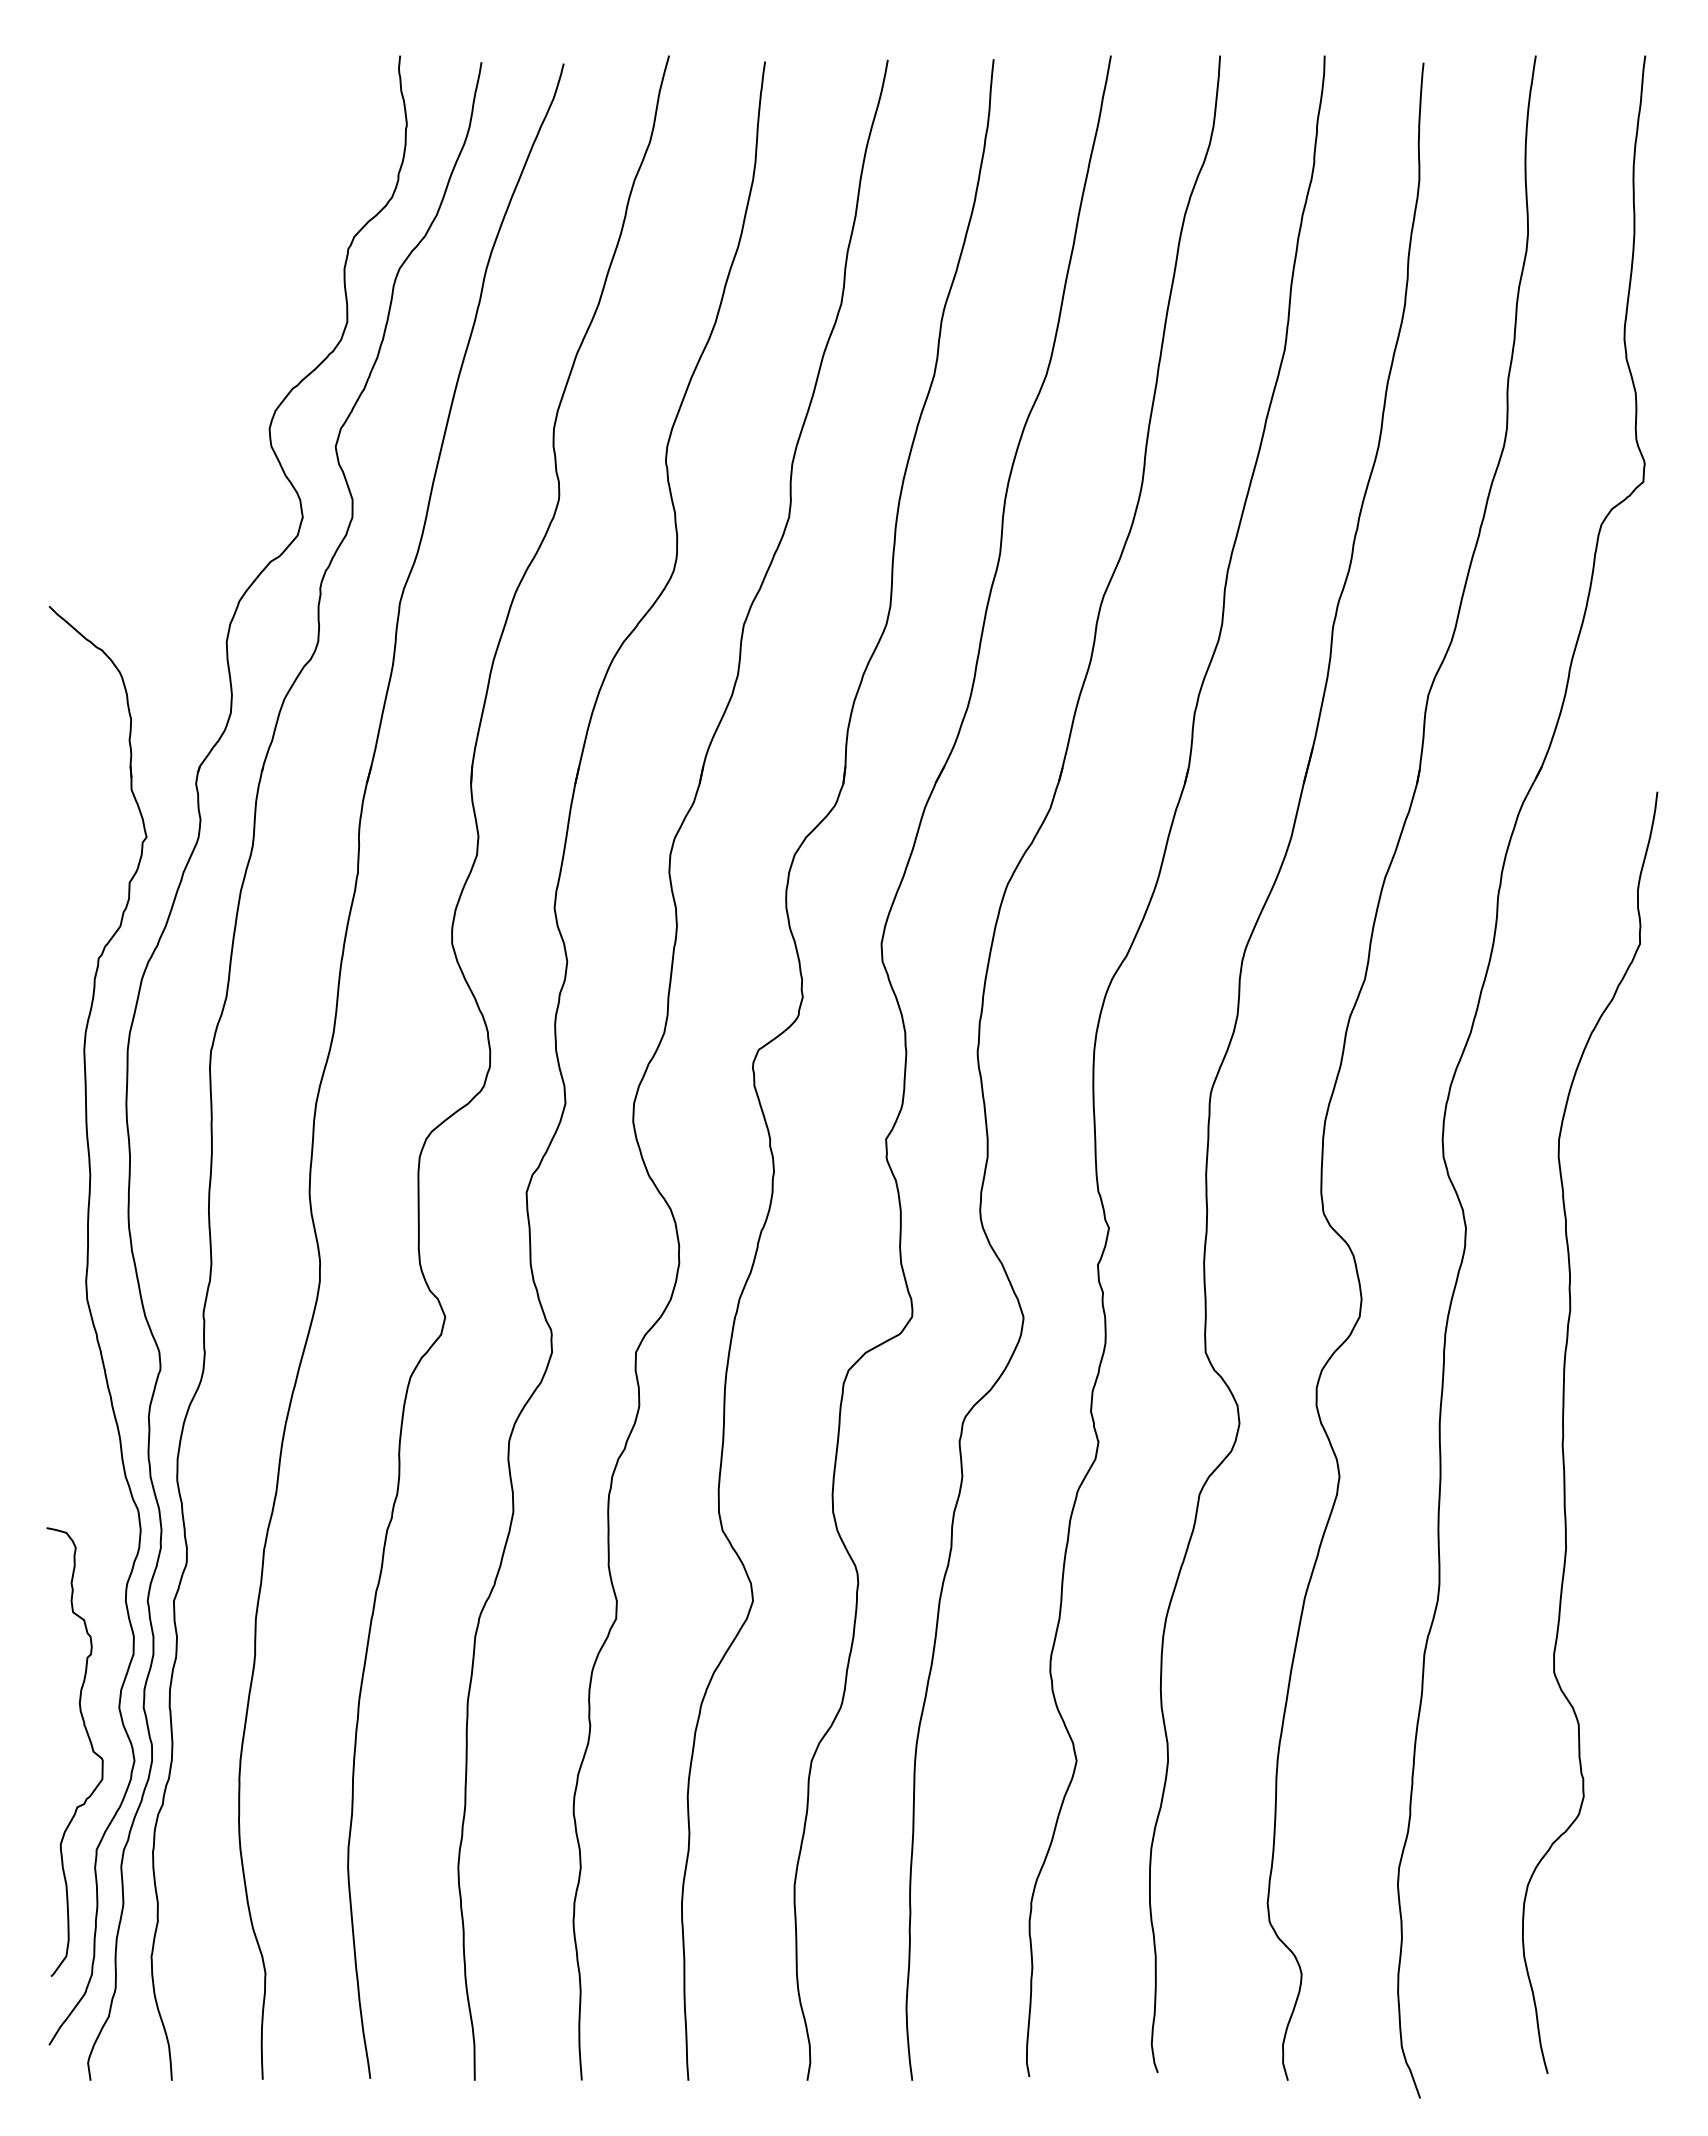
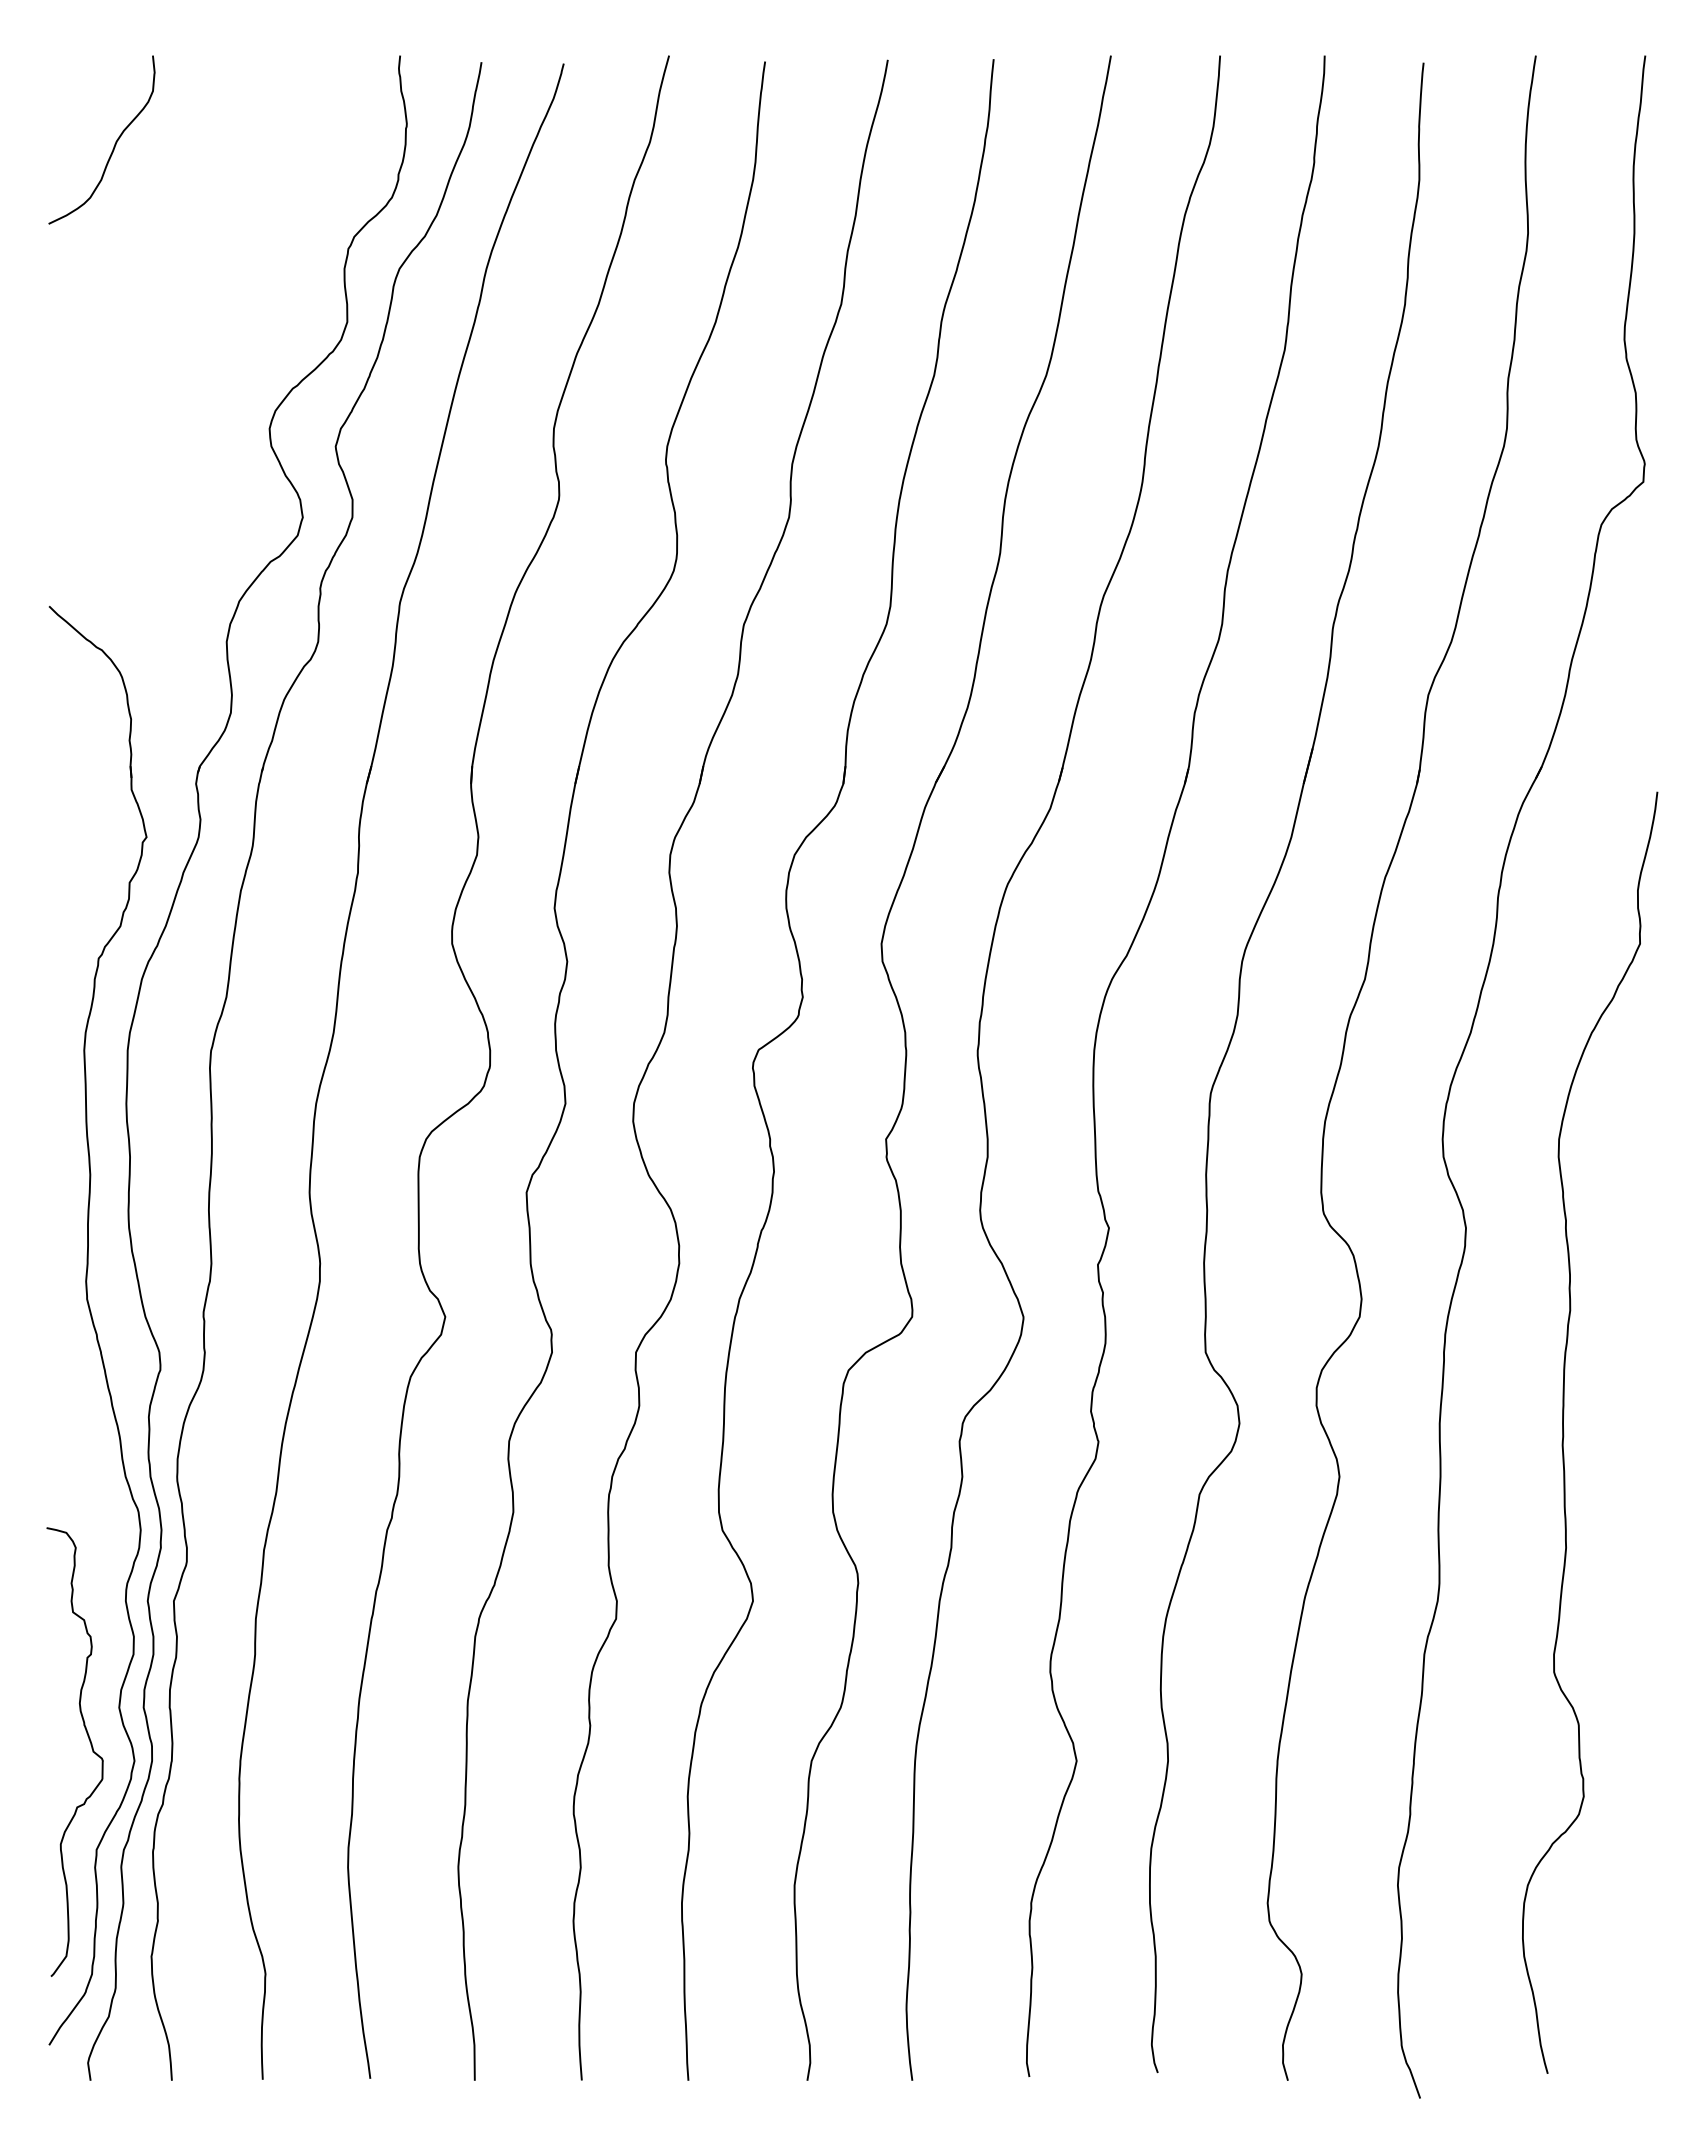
curve at (114, 143): none -> present
